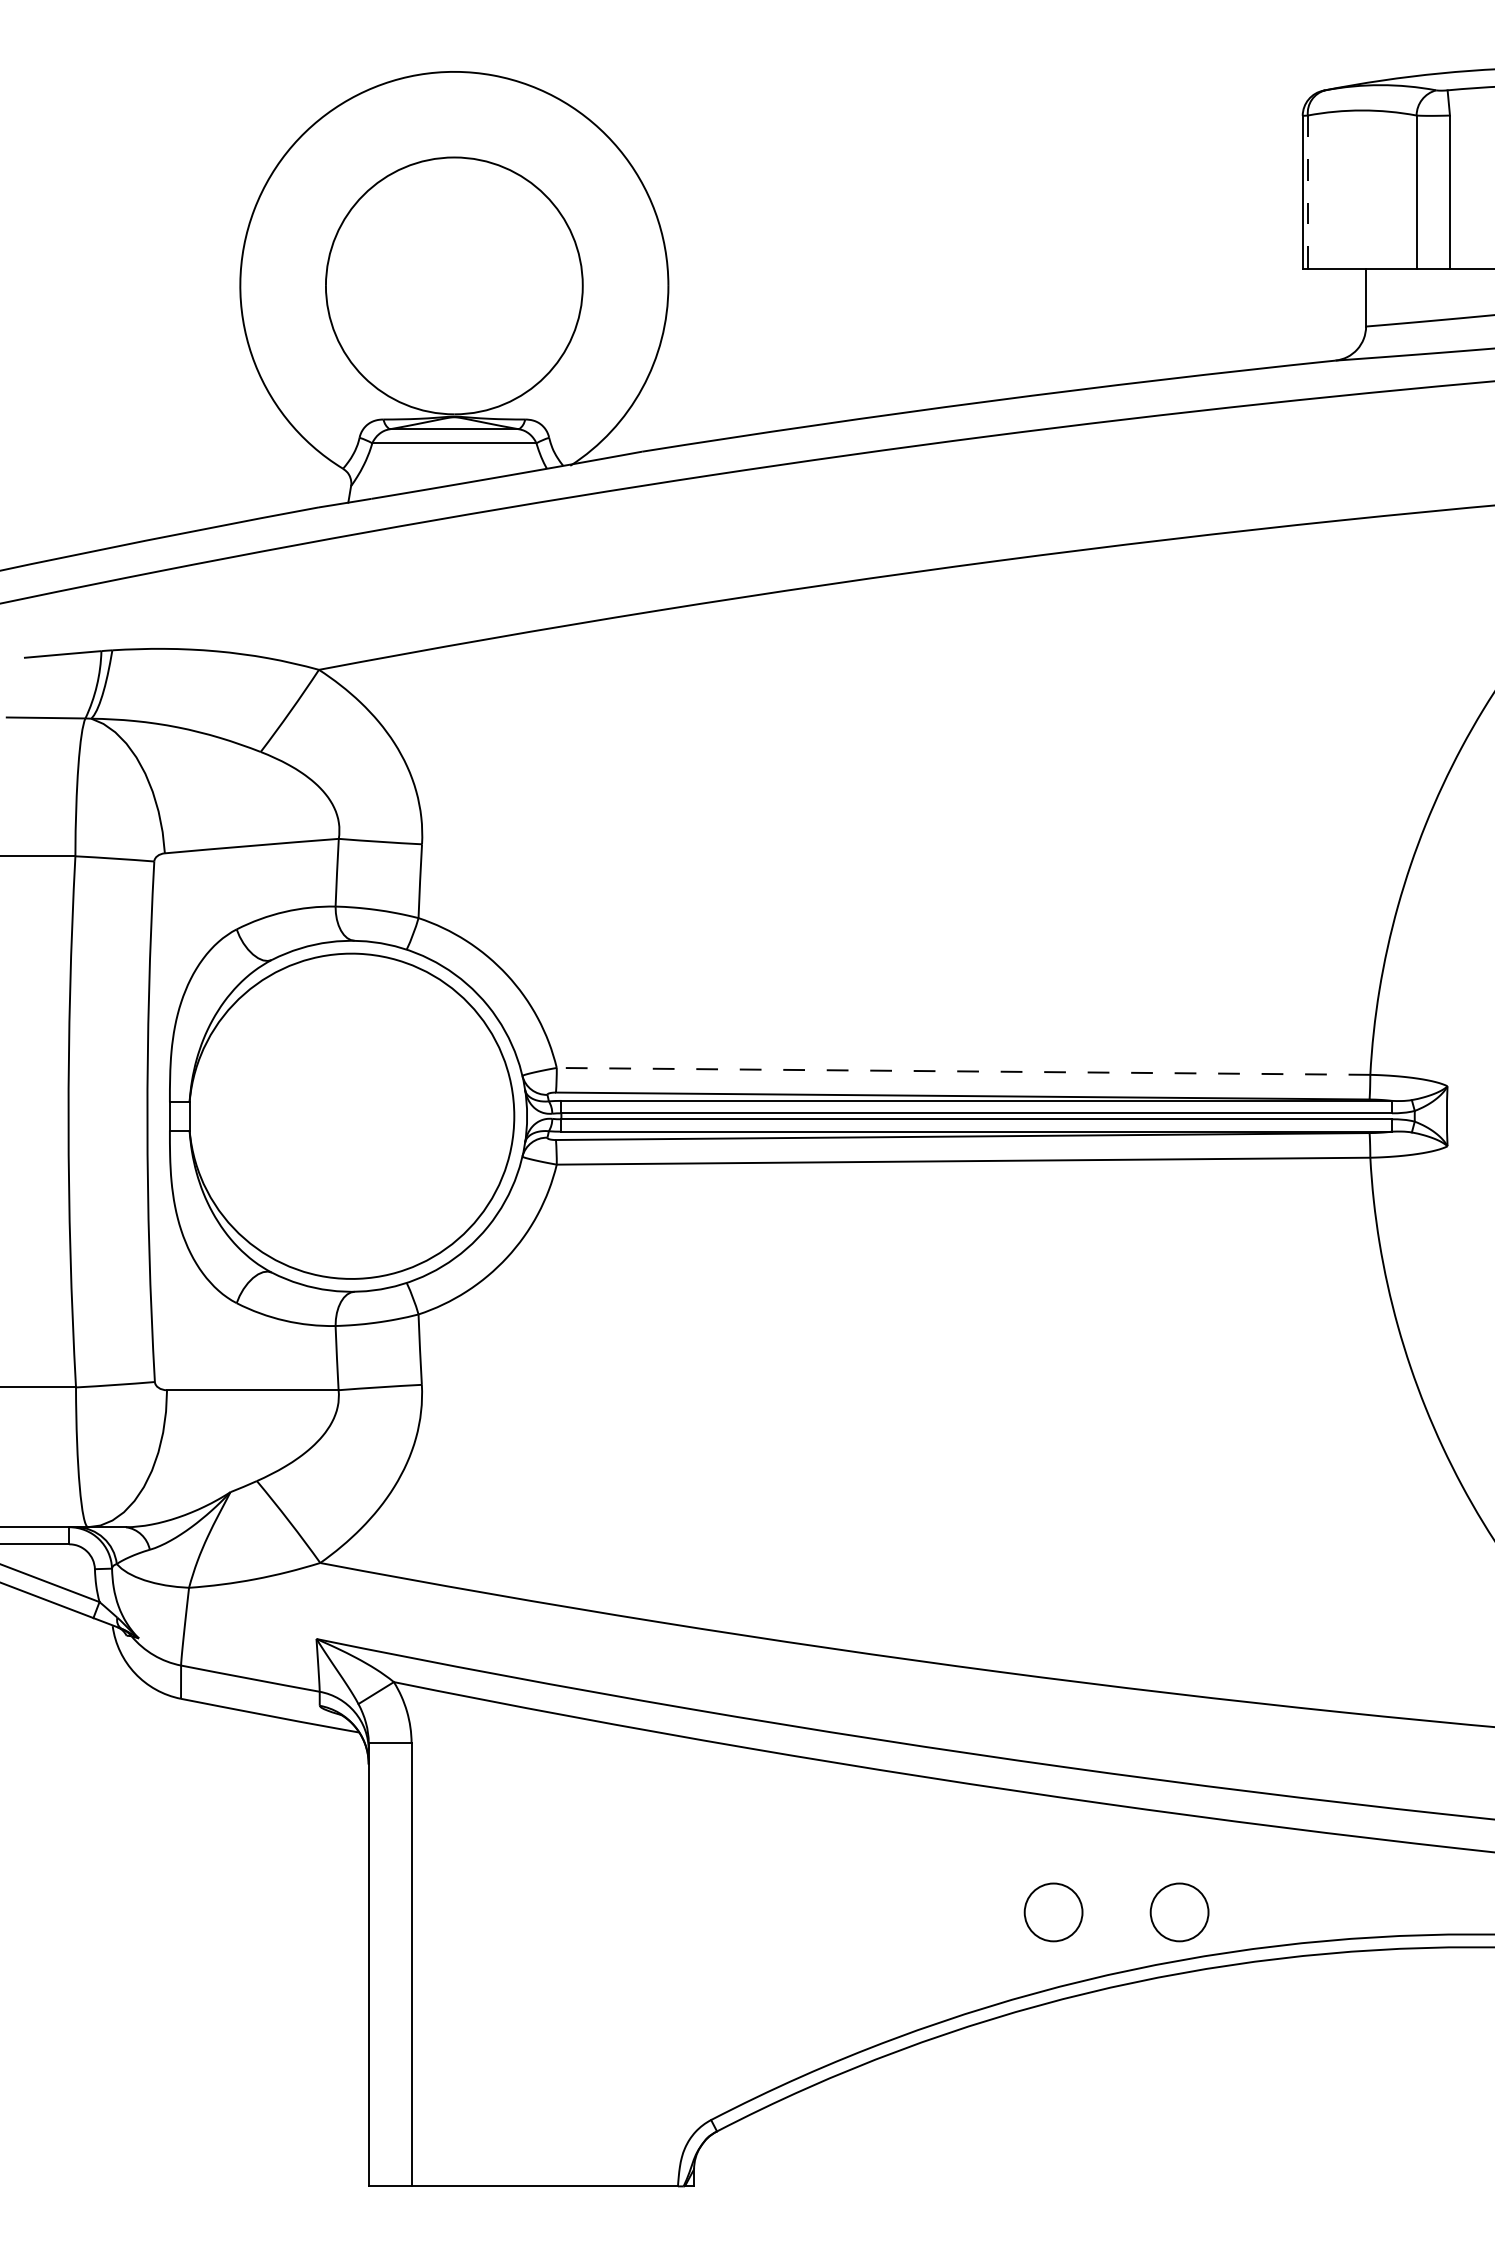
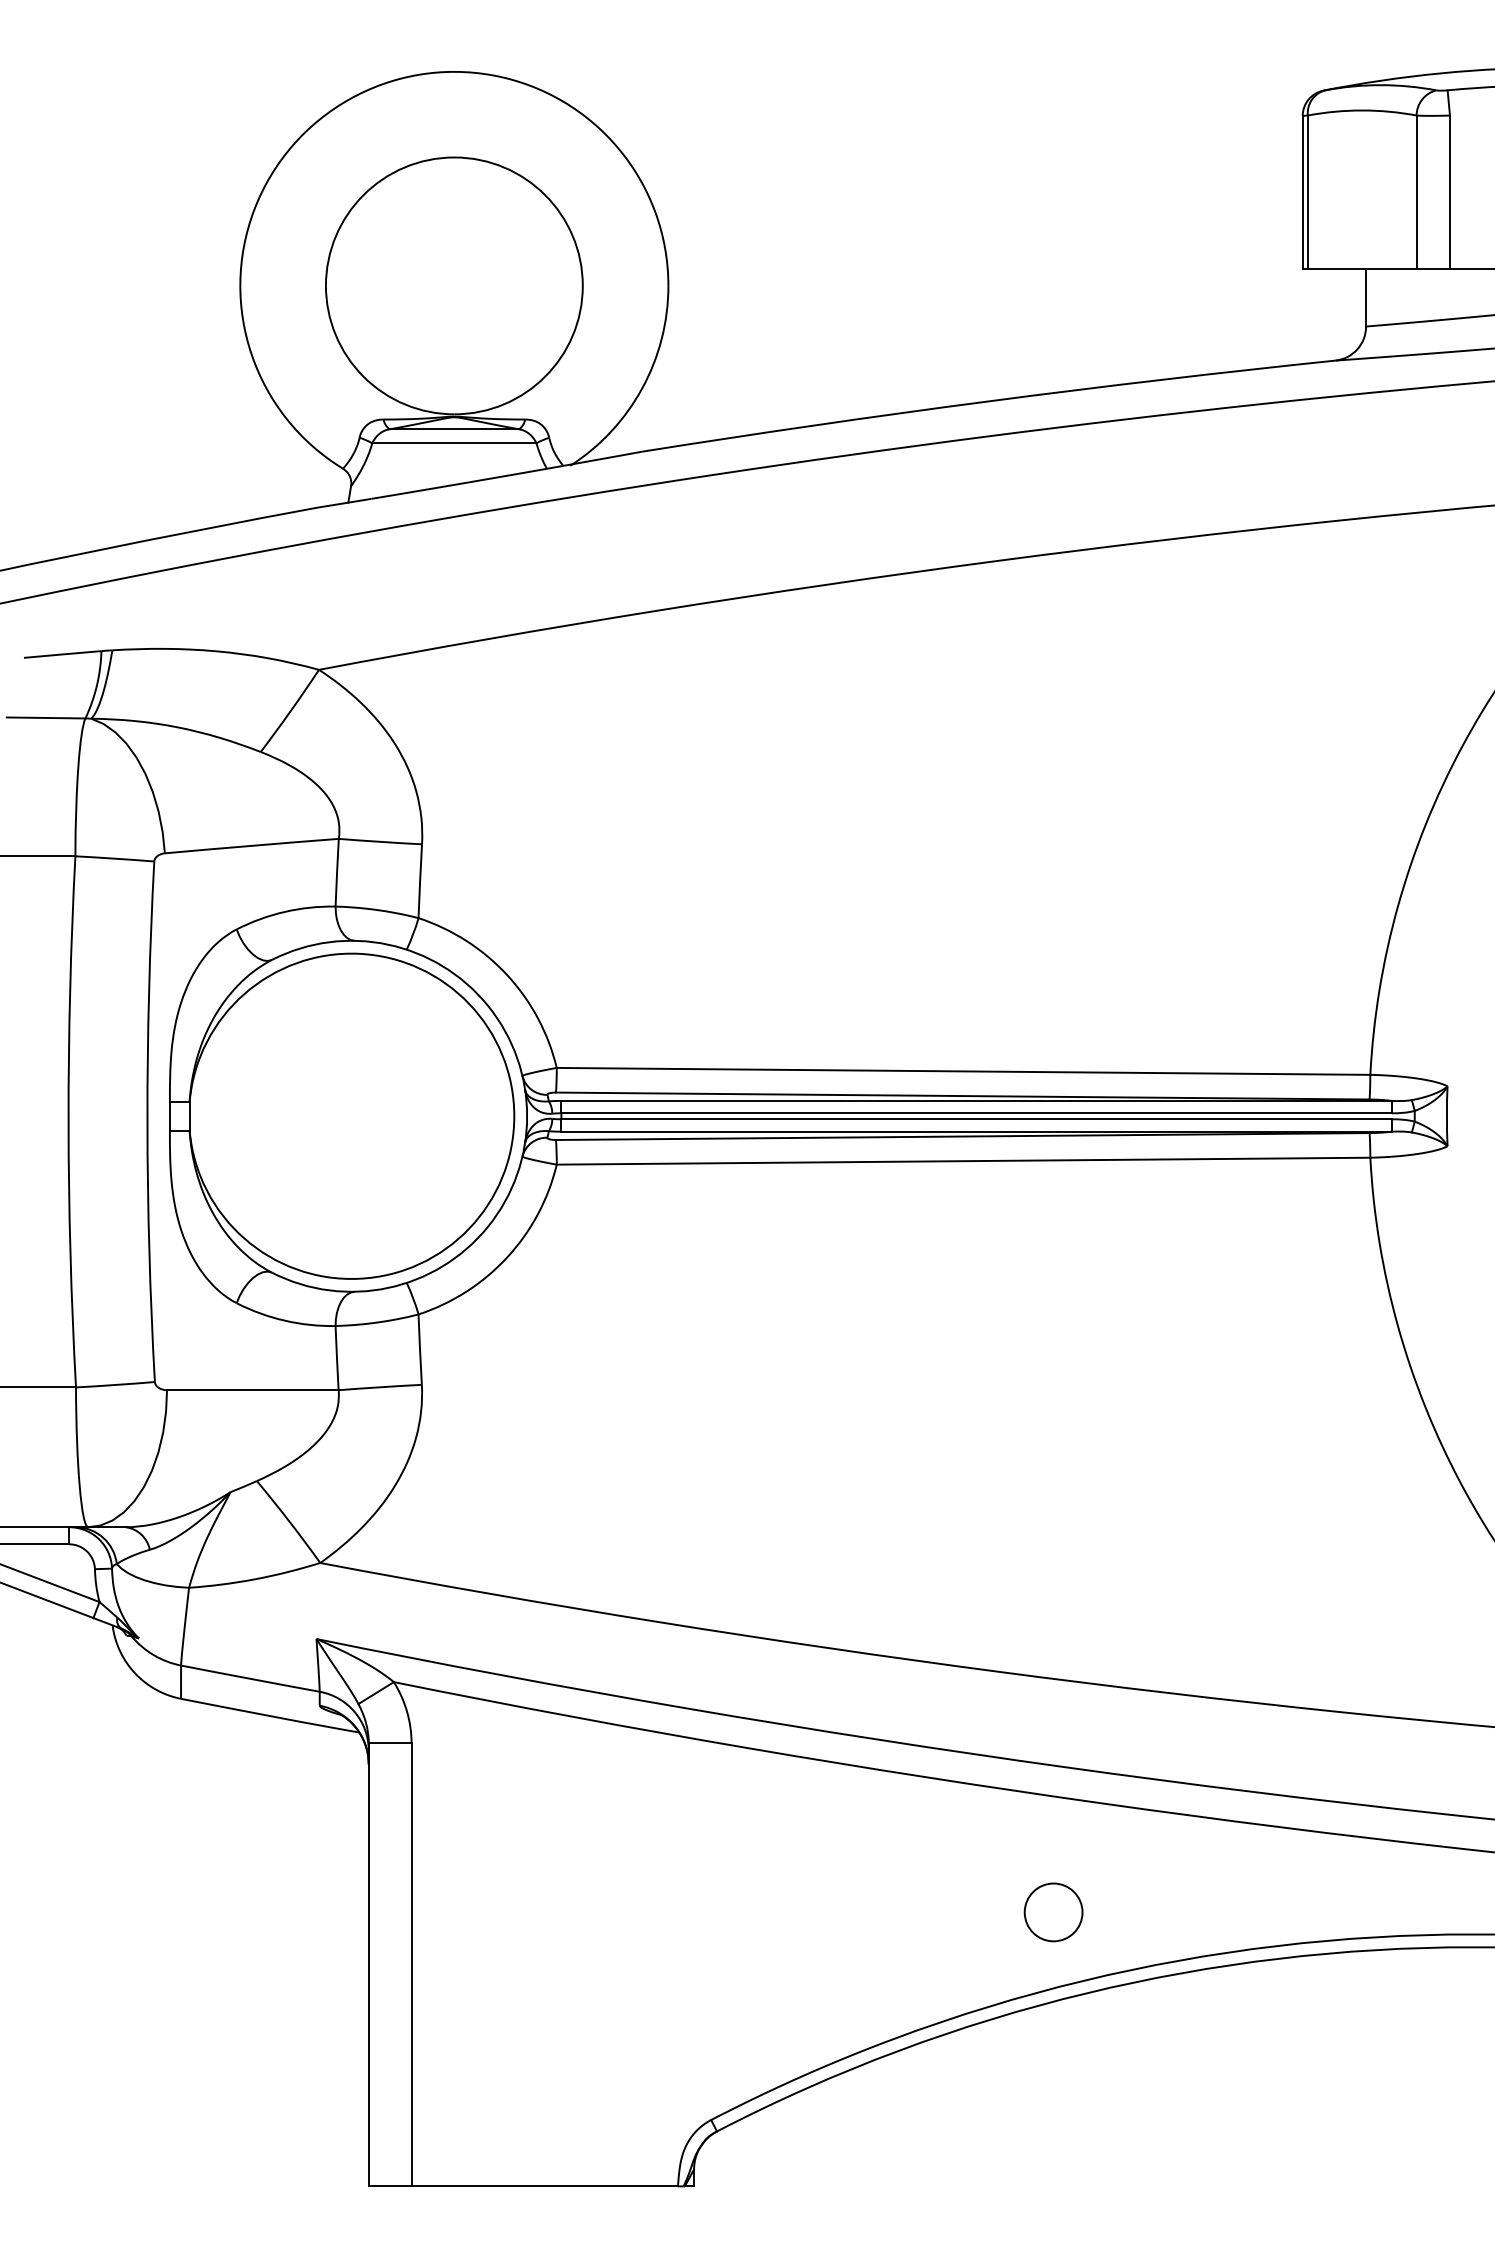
line at (1307, 192): dashed -> solid
line at (964, 1071): dashed -> solid
circle at (1179, 1912): present -> none
